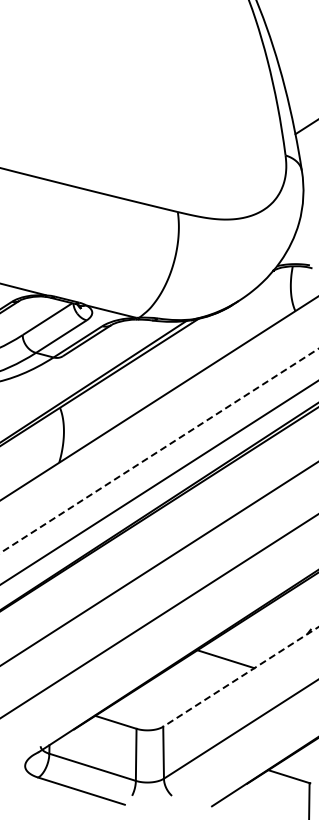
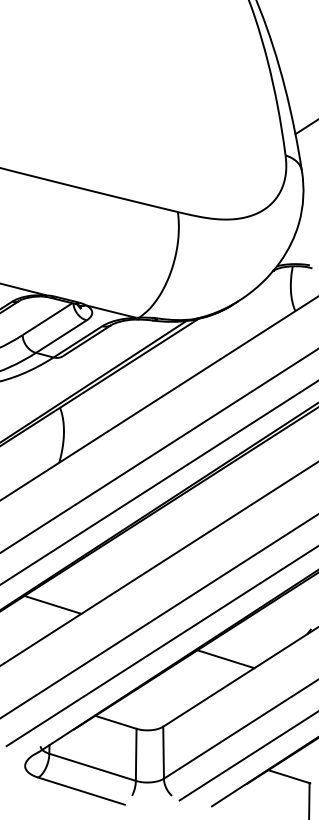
line at (160, 450): dashed -> solid
line at (52, 604): none -> present
line at (160, 646): none -> present
line at (240, 677): dashed -> solid
line at (247, 756): none -> present
